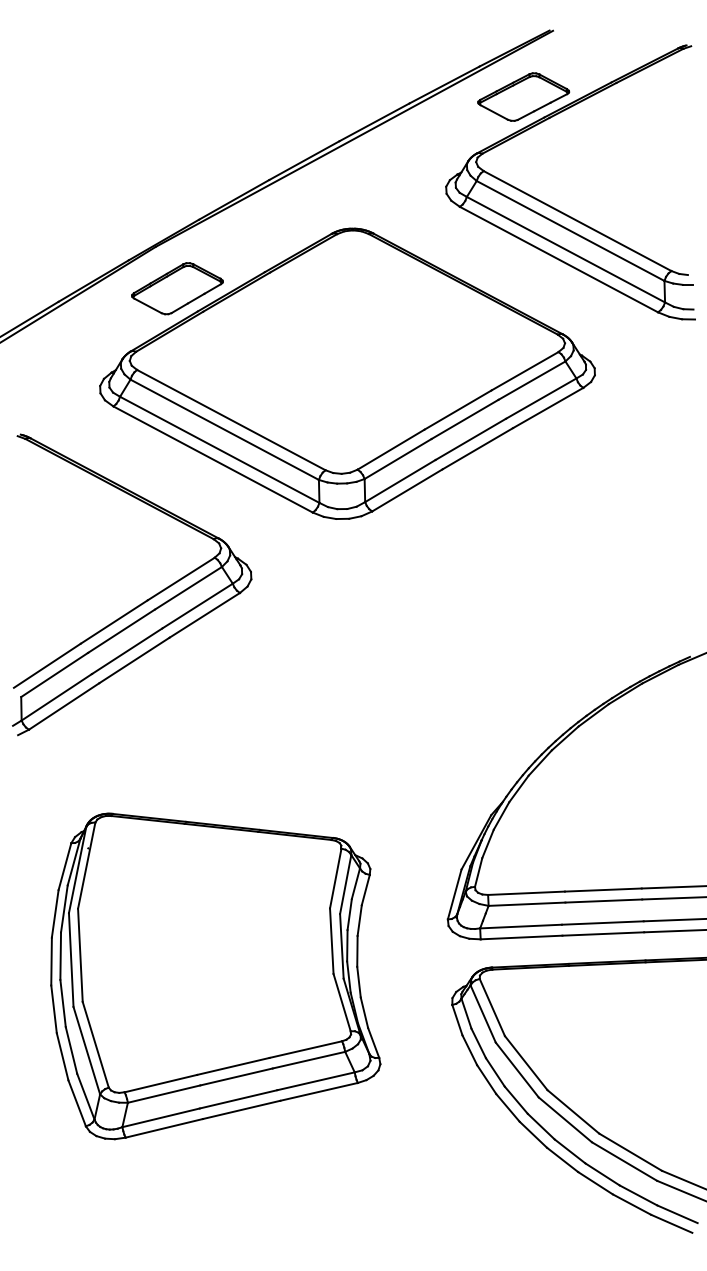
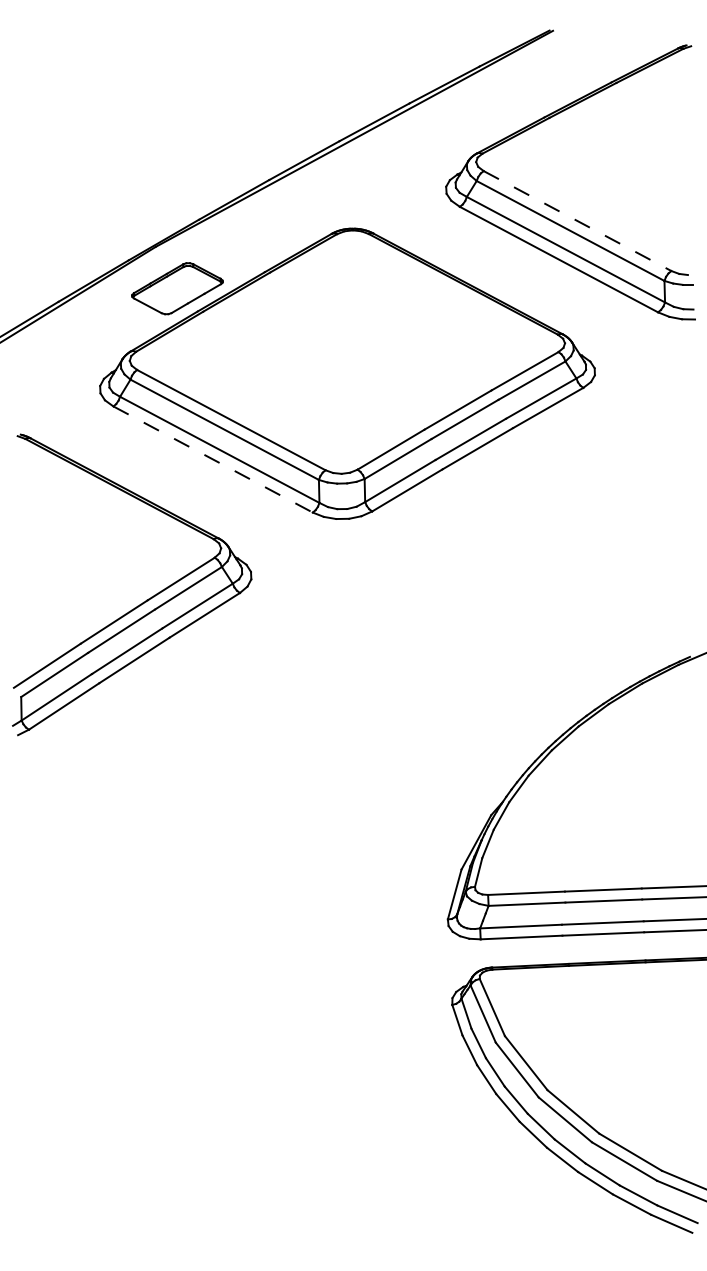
part at (523, 96): present -> none
line at (578, 221): solid -> dashed
line at (213, 459): solid -> dashed
part at (215, 976): present -> none
